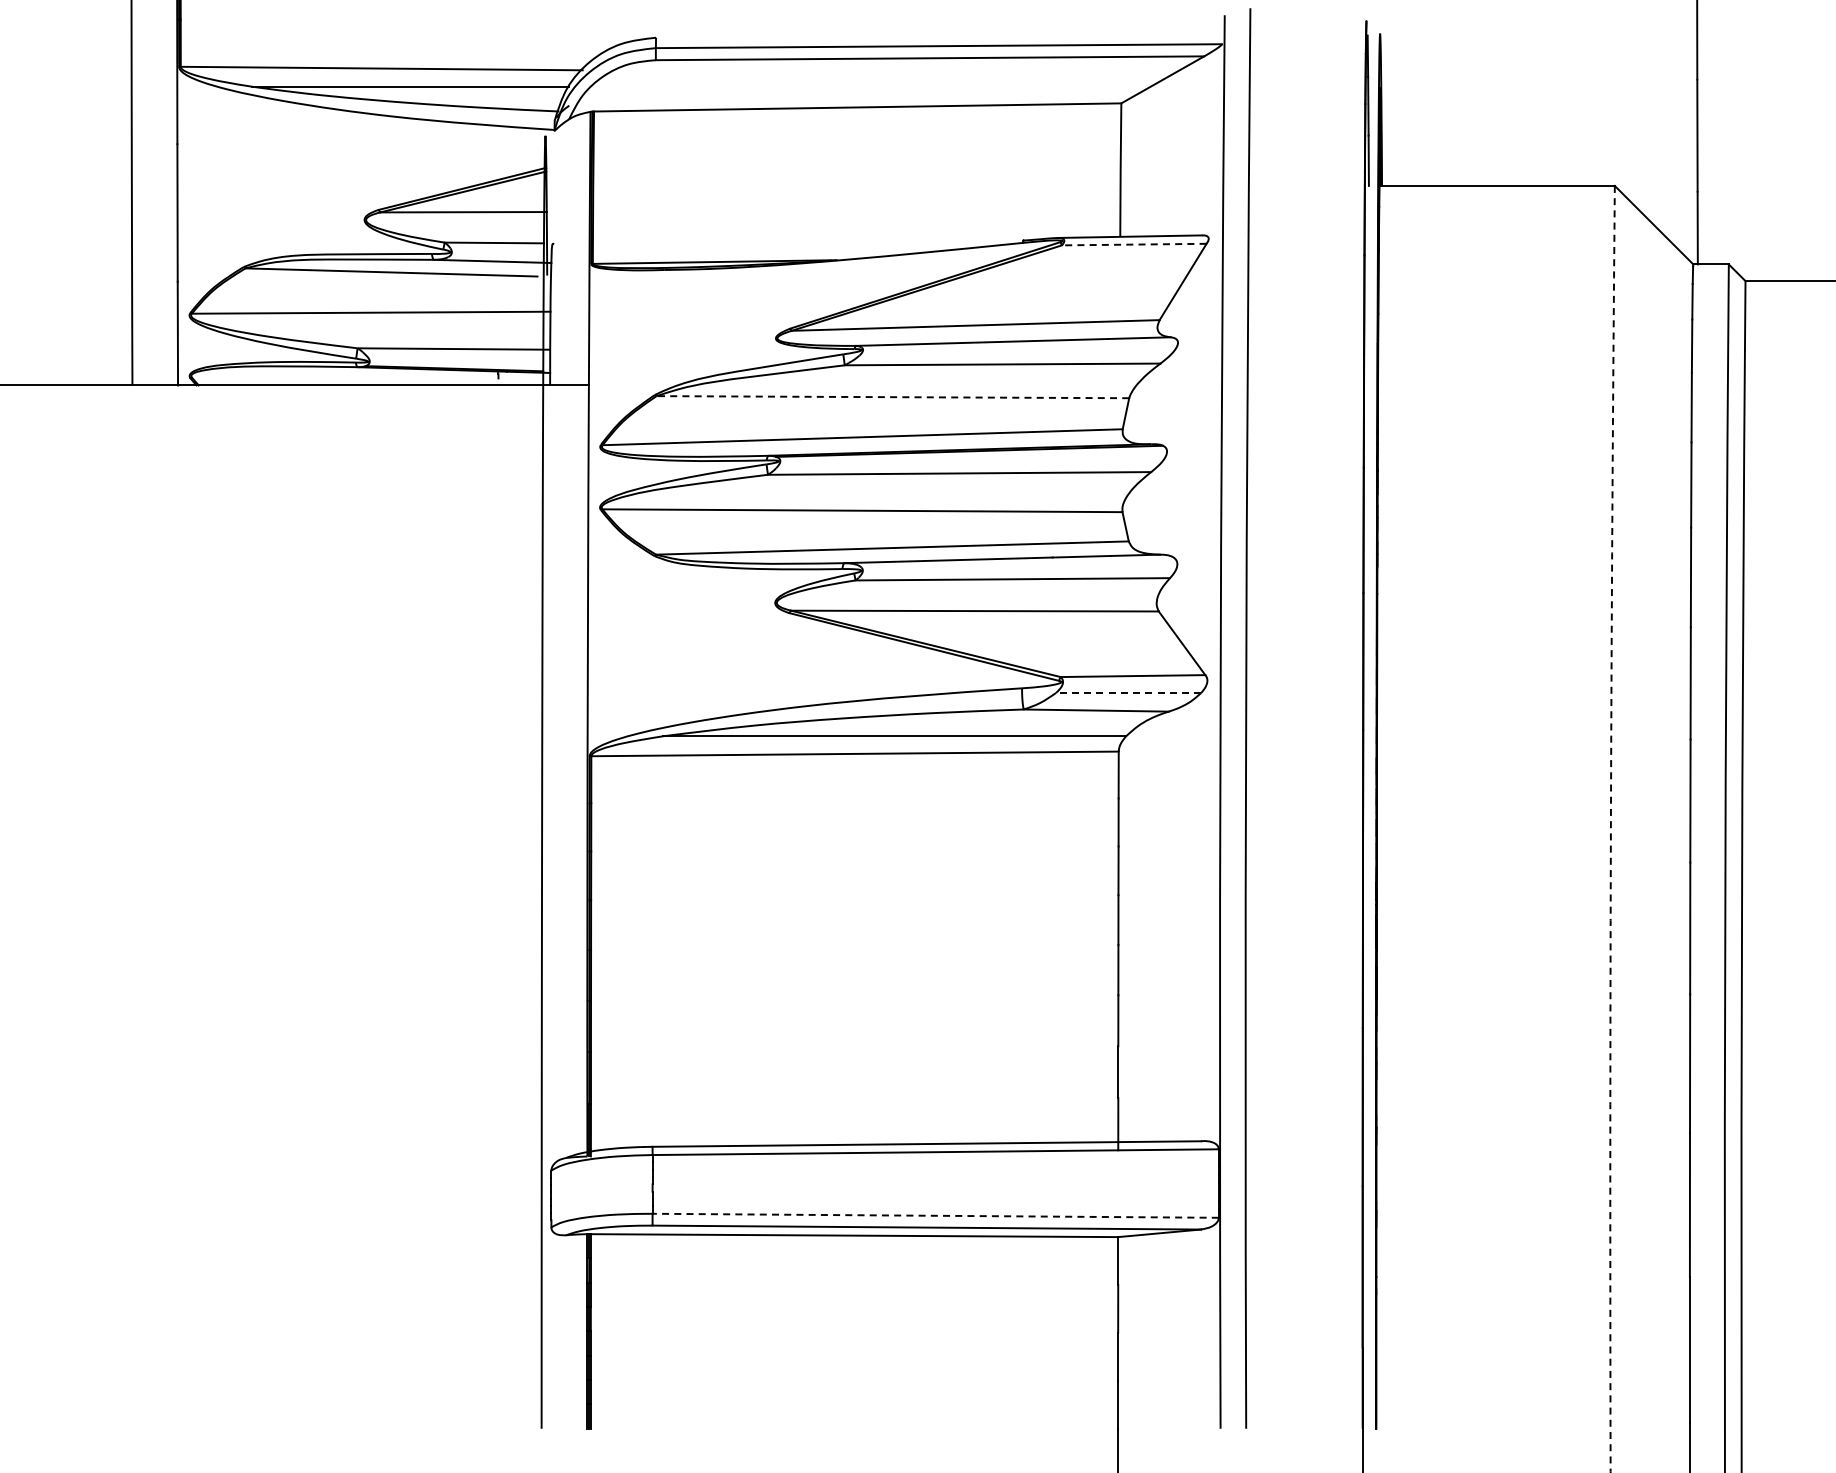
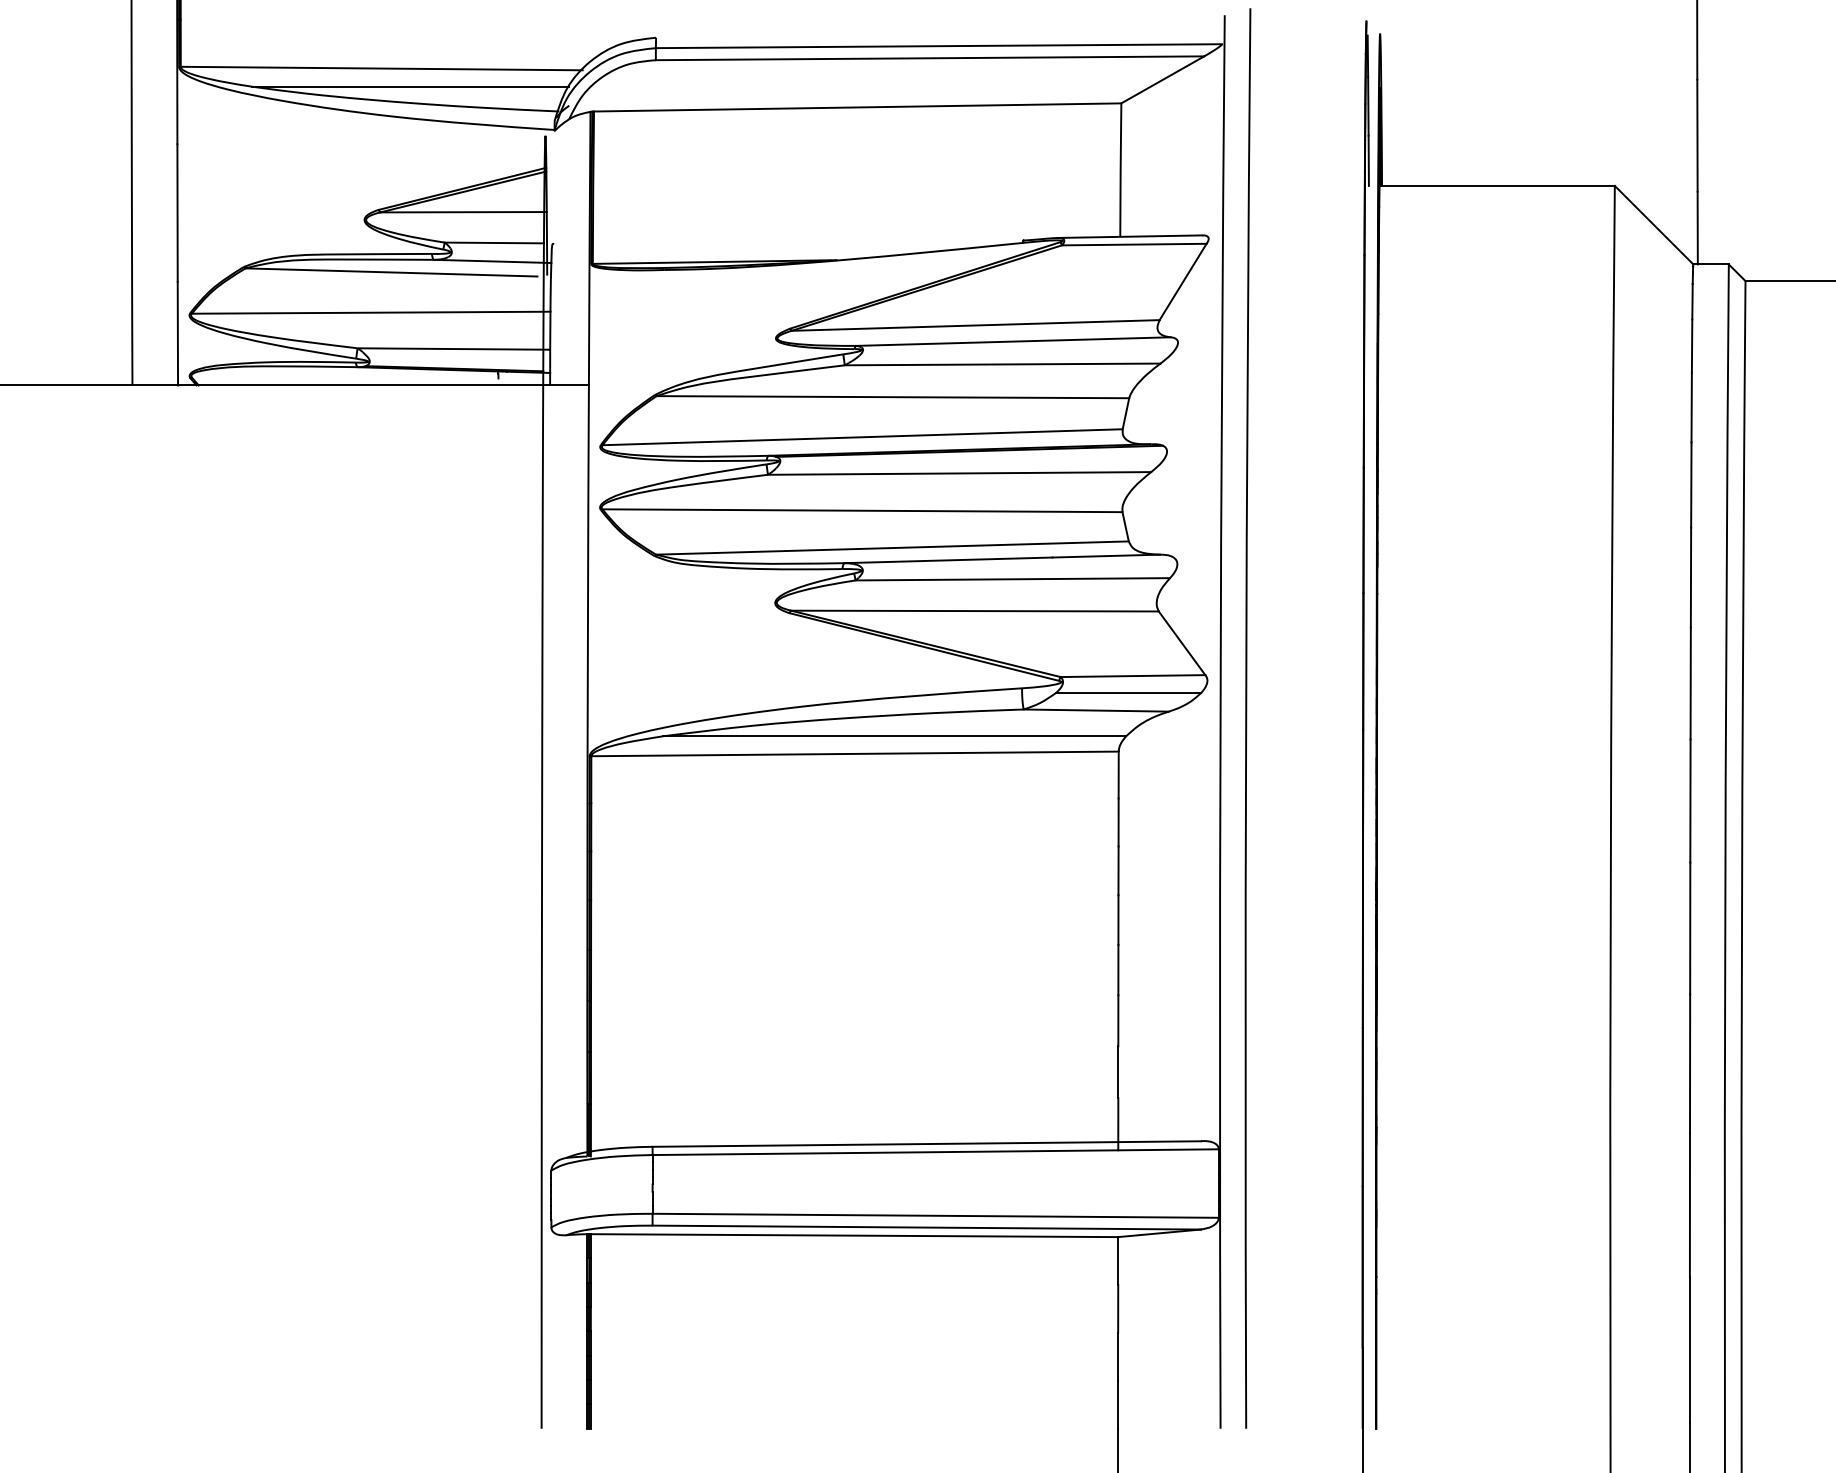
line at (1133, 244): dashed -> solid
line at (892, 397): dashed -> solid
line at (1128, 692): dashed -> solid
arc at (1610, 829): dashed -> solid
line at (935, 1215): dashed -> solid
